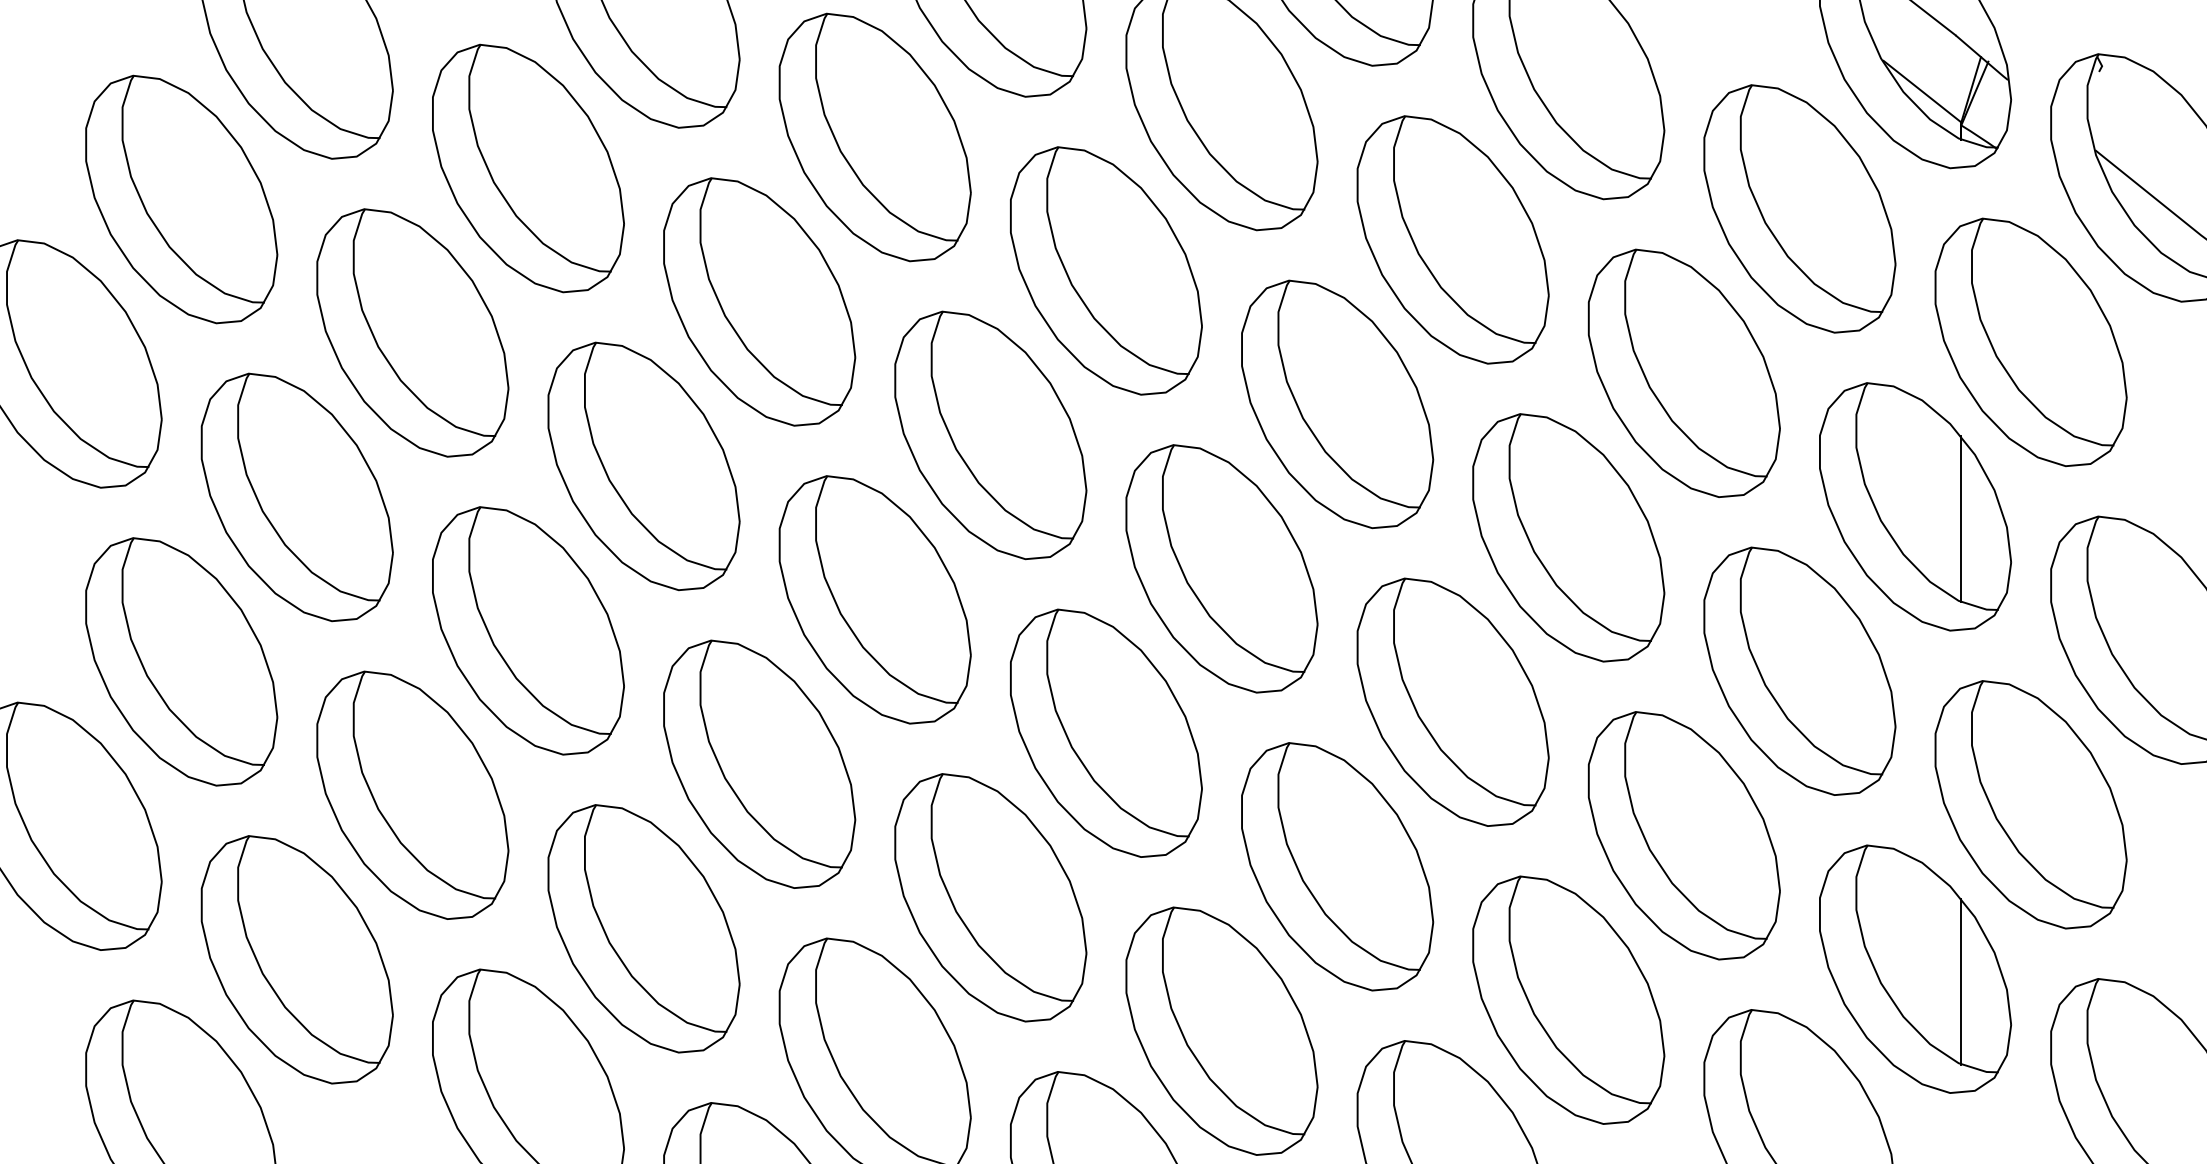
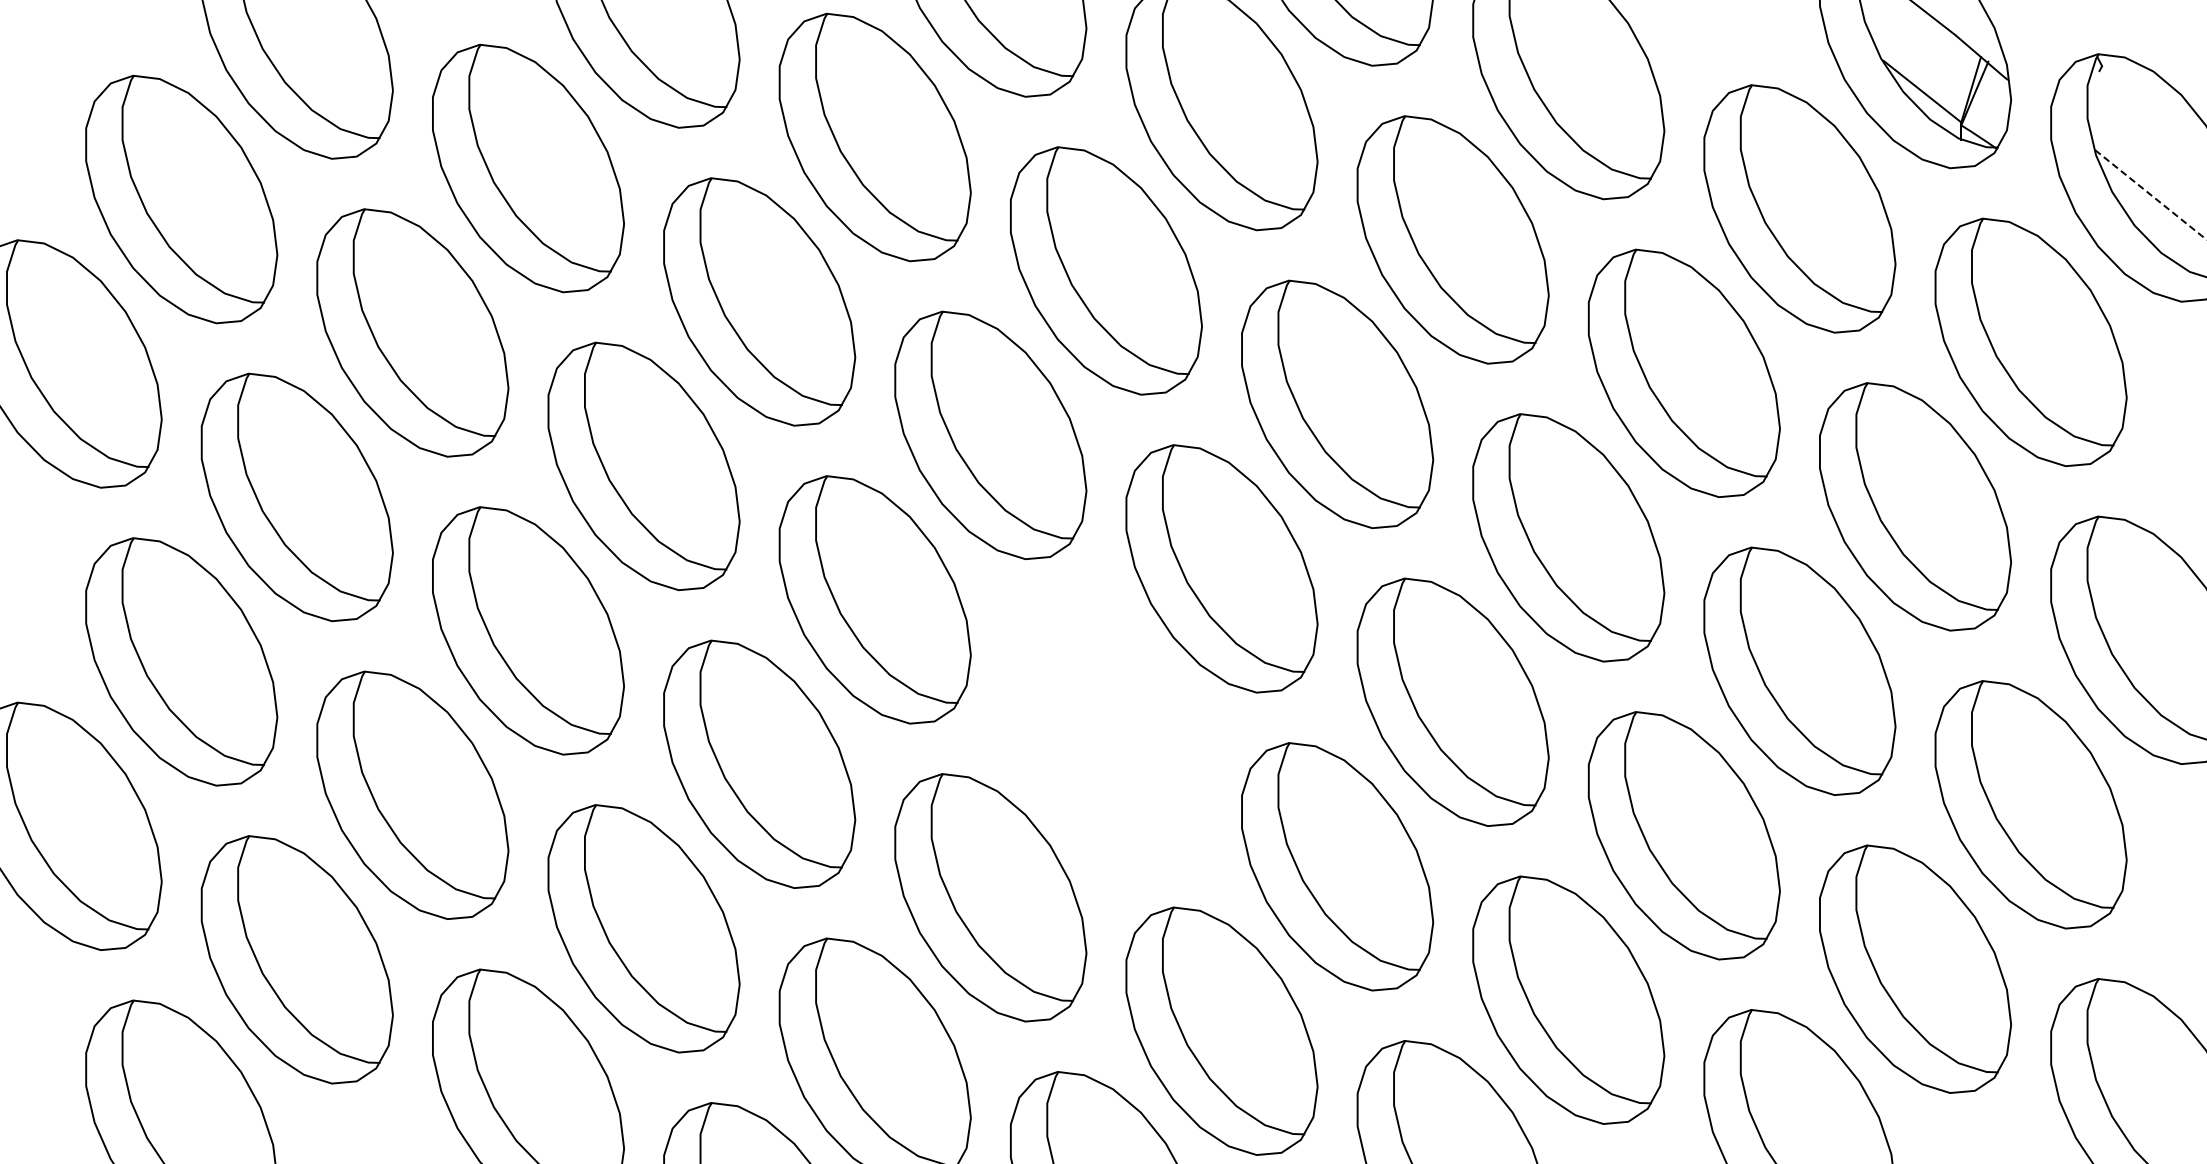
line at (2151, 195): solid -> dashed
line at (1961, 519): present -> none
part at (1106, 732): present -> none
line at (1961, 981): present -> none
